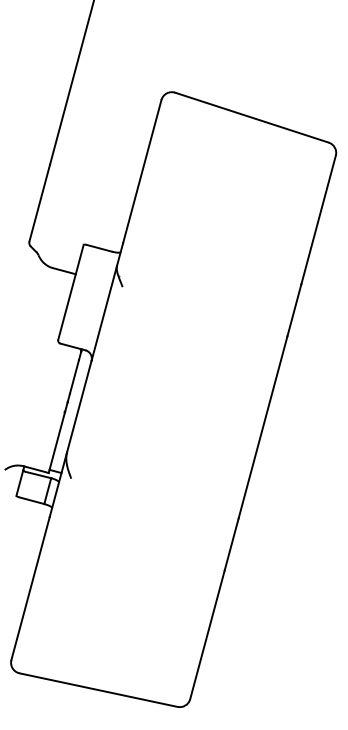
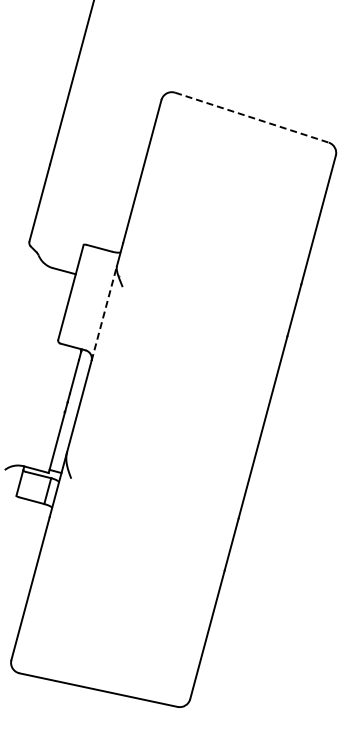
line at (251, 117): solid -> dashed
line at (104, 313): solid -> dashed
